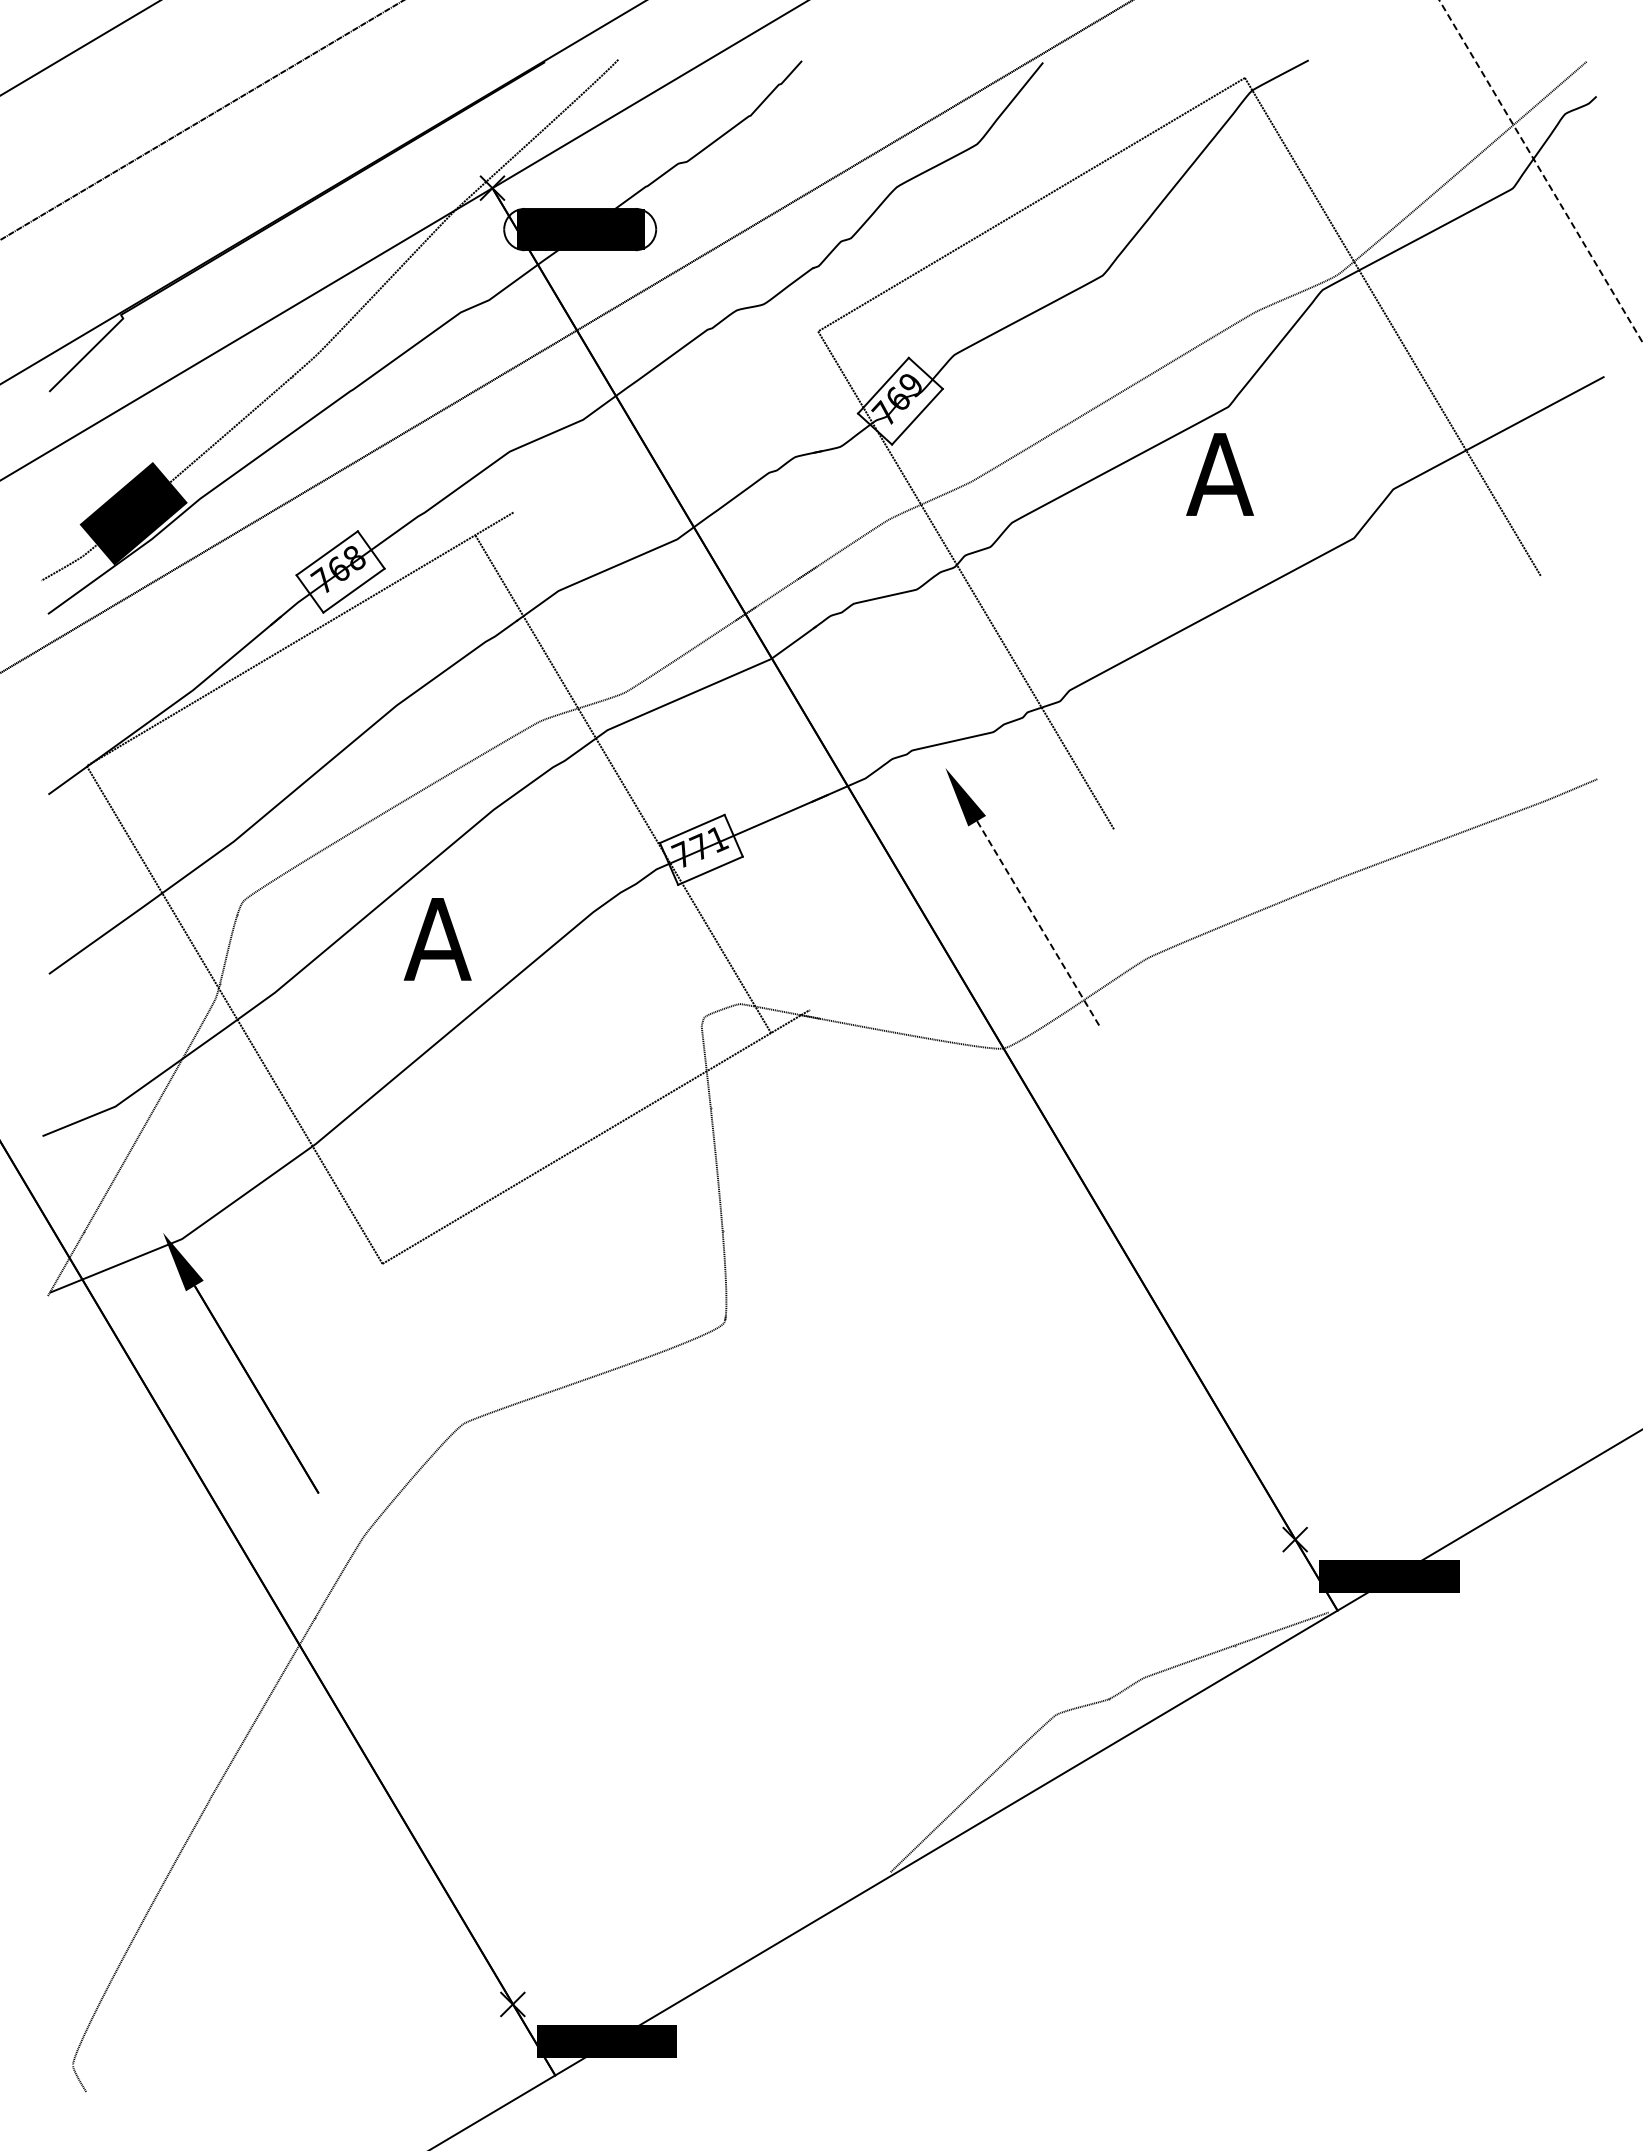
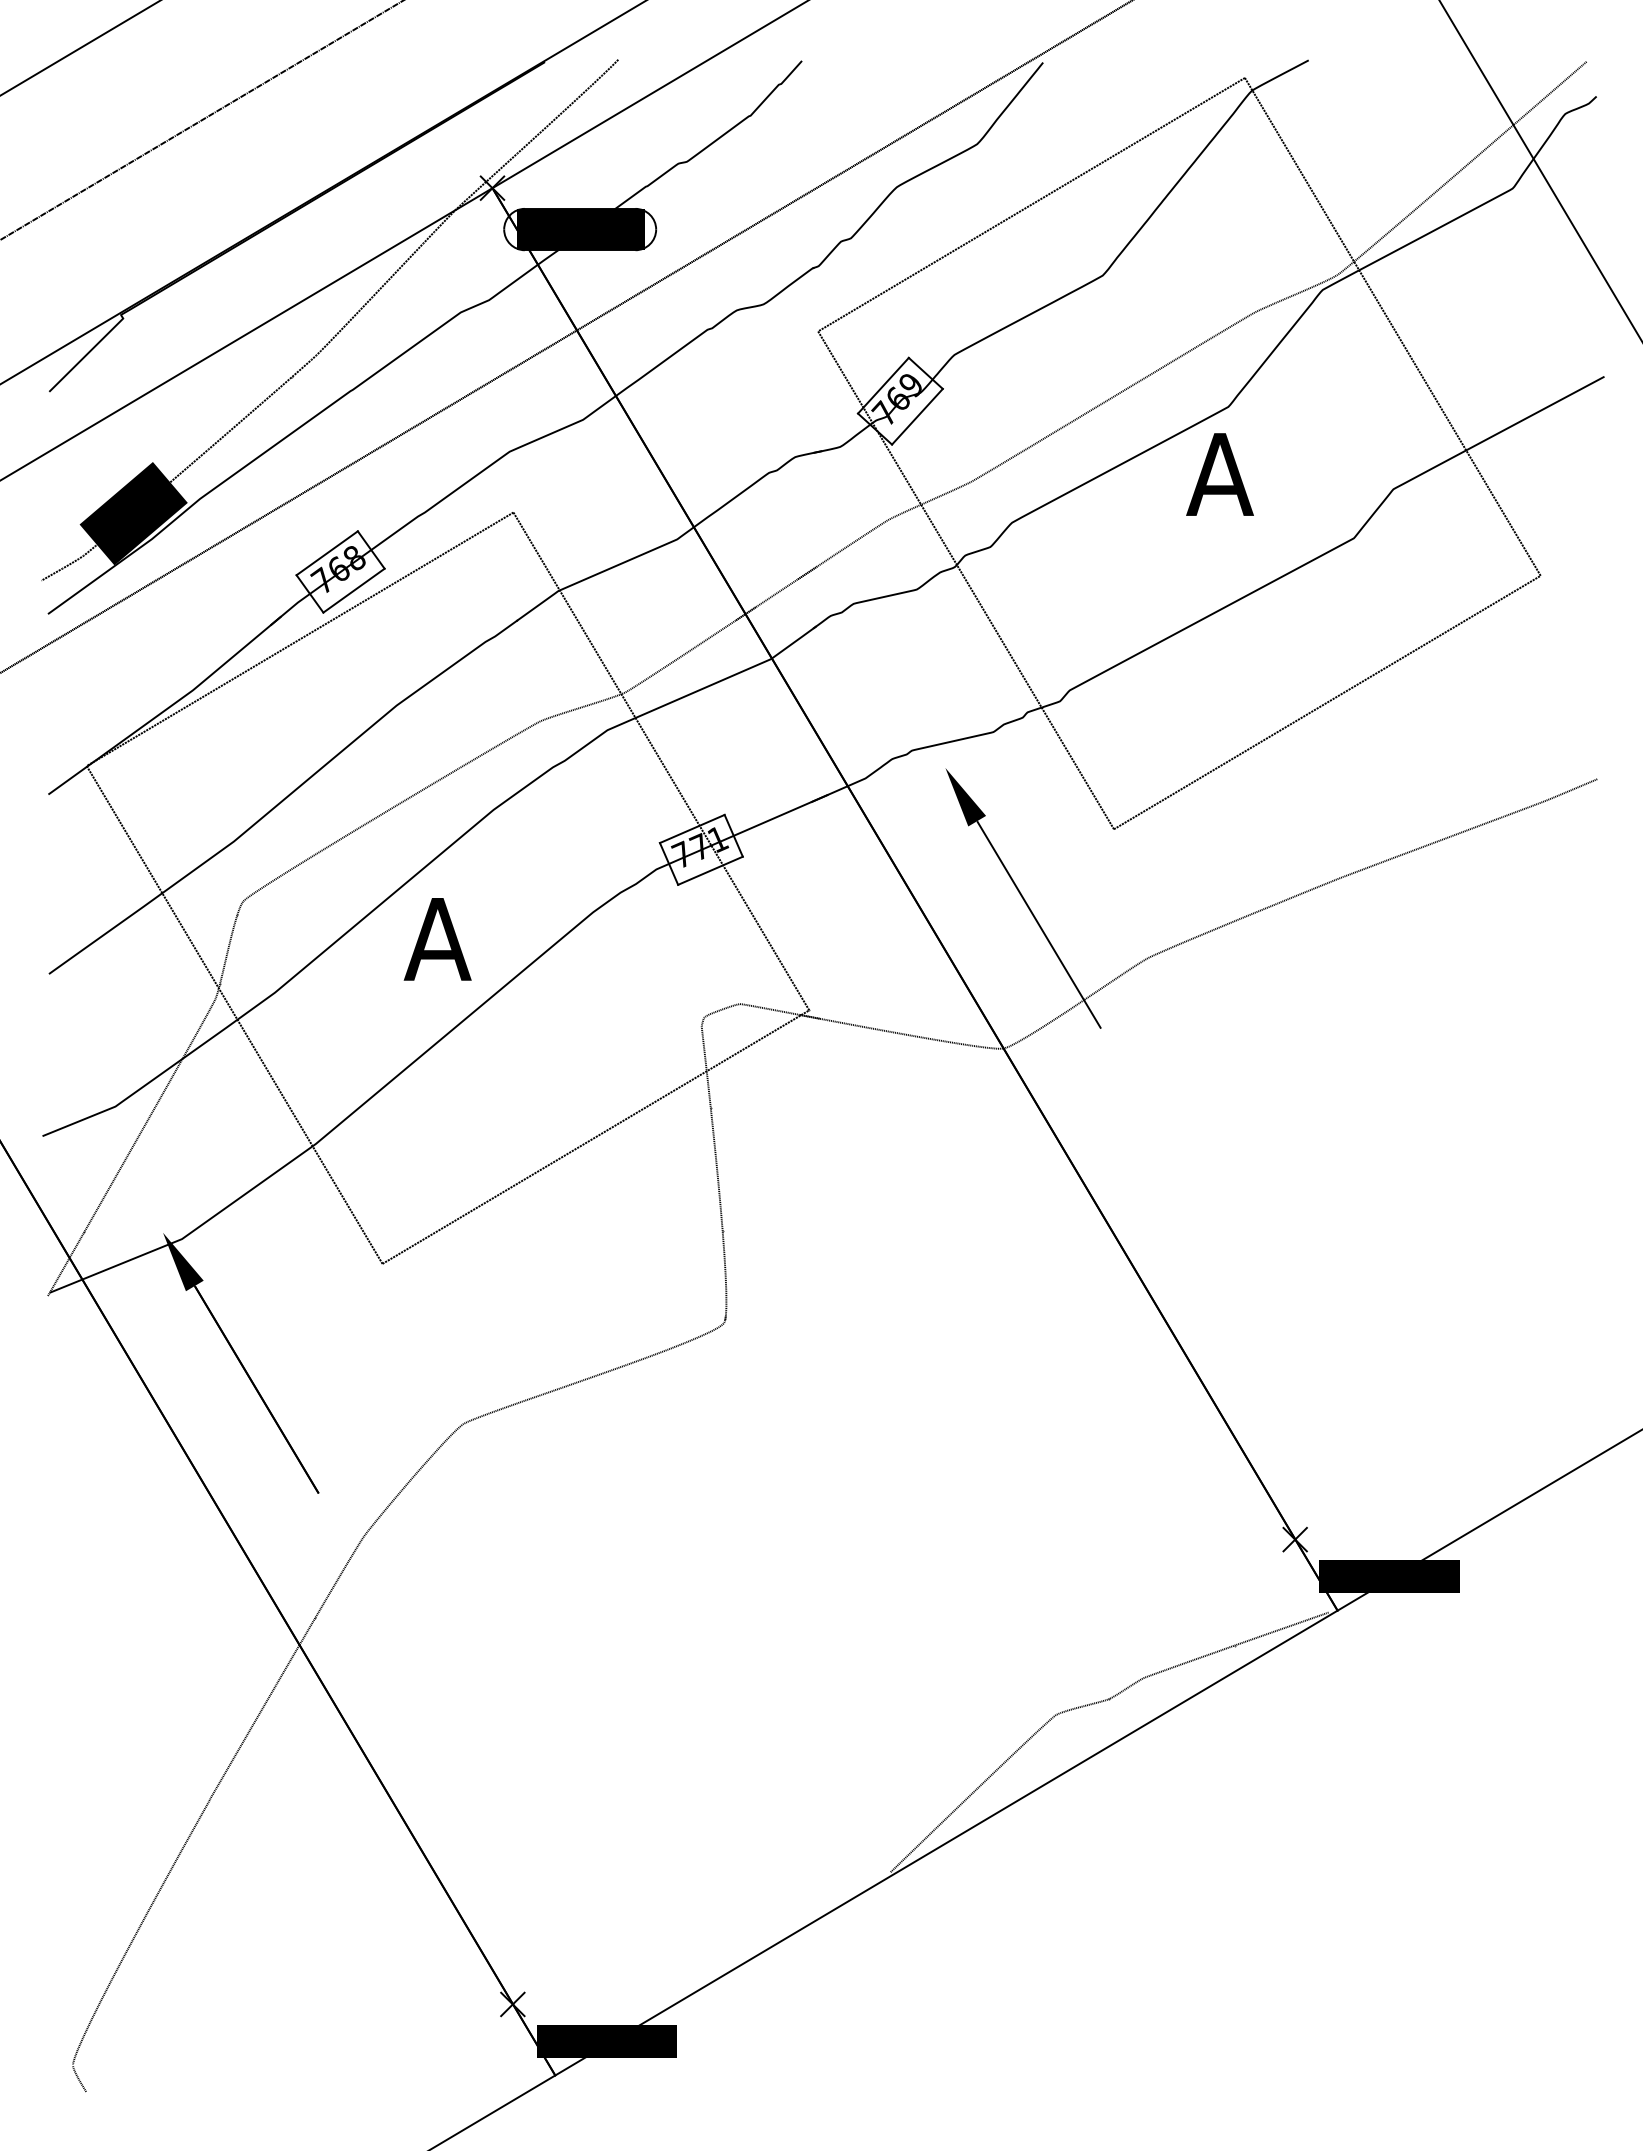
line at (1540, 171): dashed -> solid
line at (1327, 702): none -> present
line at (623, 784) position: (623, 784) -> (661, 761)
line at (1039, 924): dashed -> solid
